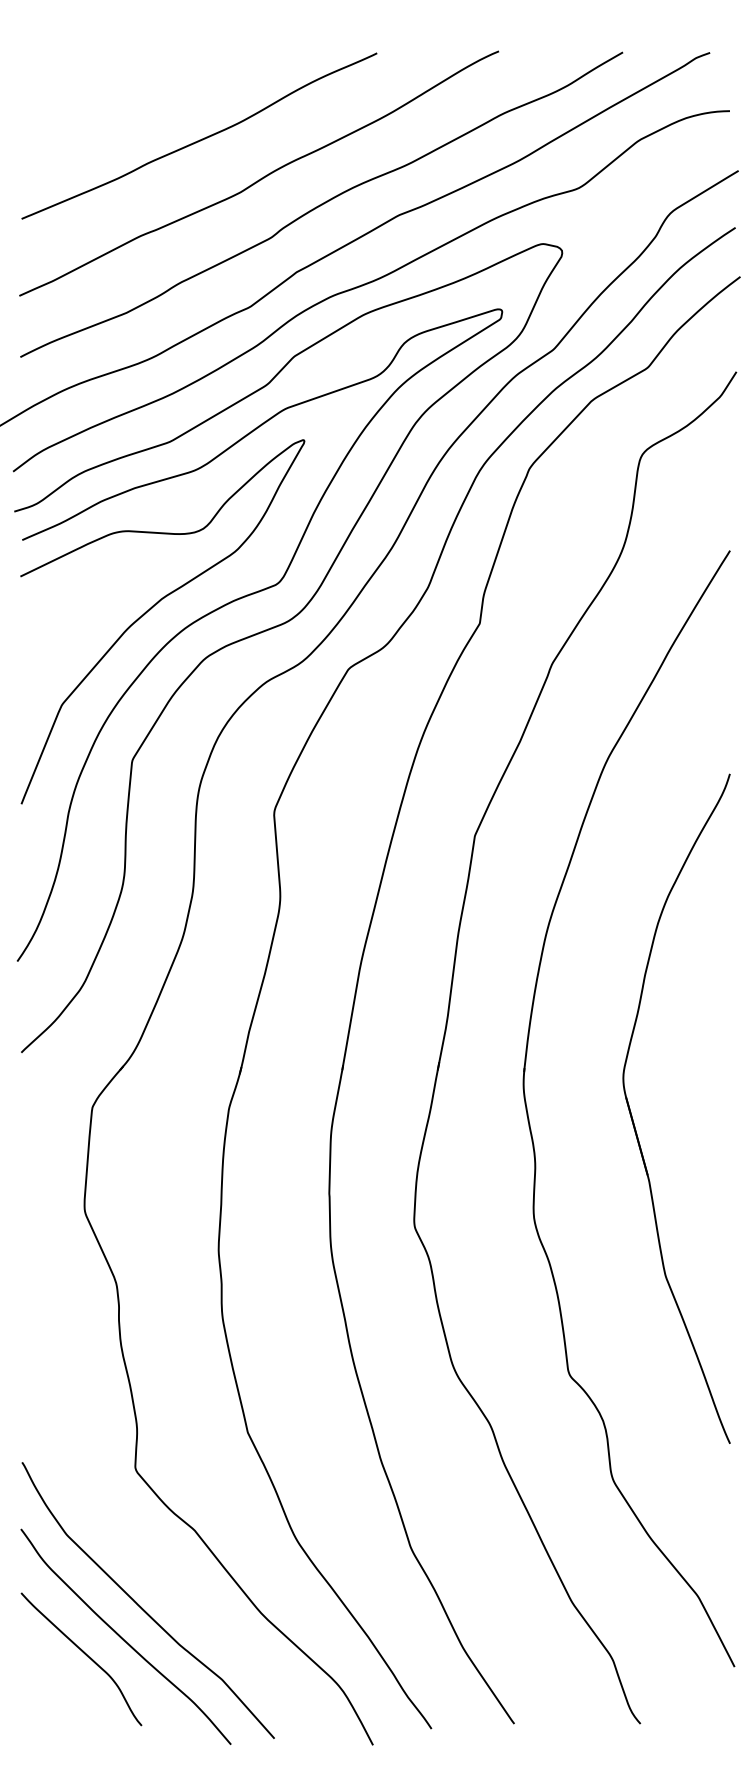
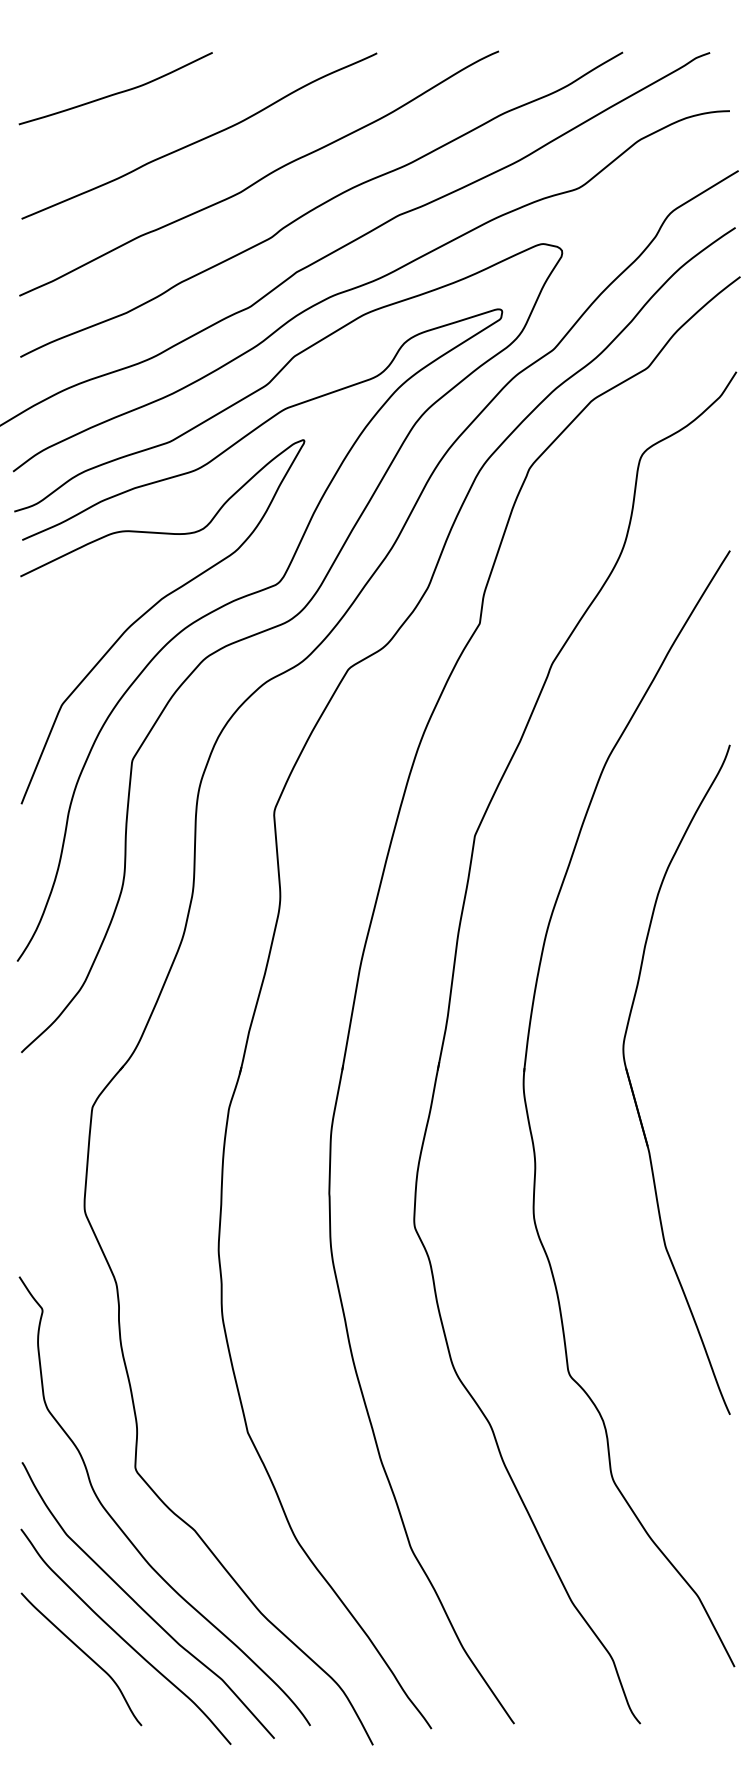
curve at (116, 92): none -> present
part at (634, 1122) position: (634, 1122) -> (634, 1093)
curve at (126, 1534): none -> present
